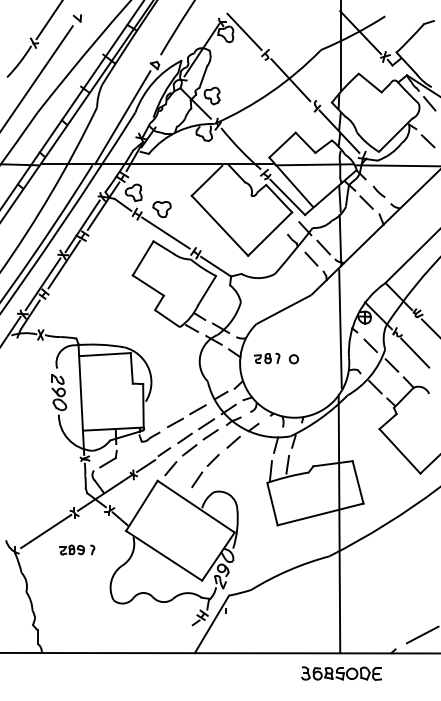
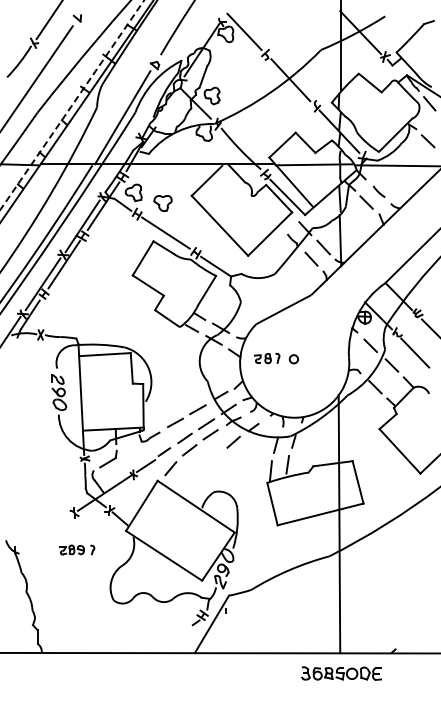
line at (72, 105): solid -> dashed
part at (161, 209) position: (161, 209) -> (162, 203)
line at (340, 328): present -> none
part at (205, 470): present -> none
line at (46, 531): present -> none
line at (421, 635): present -> none
